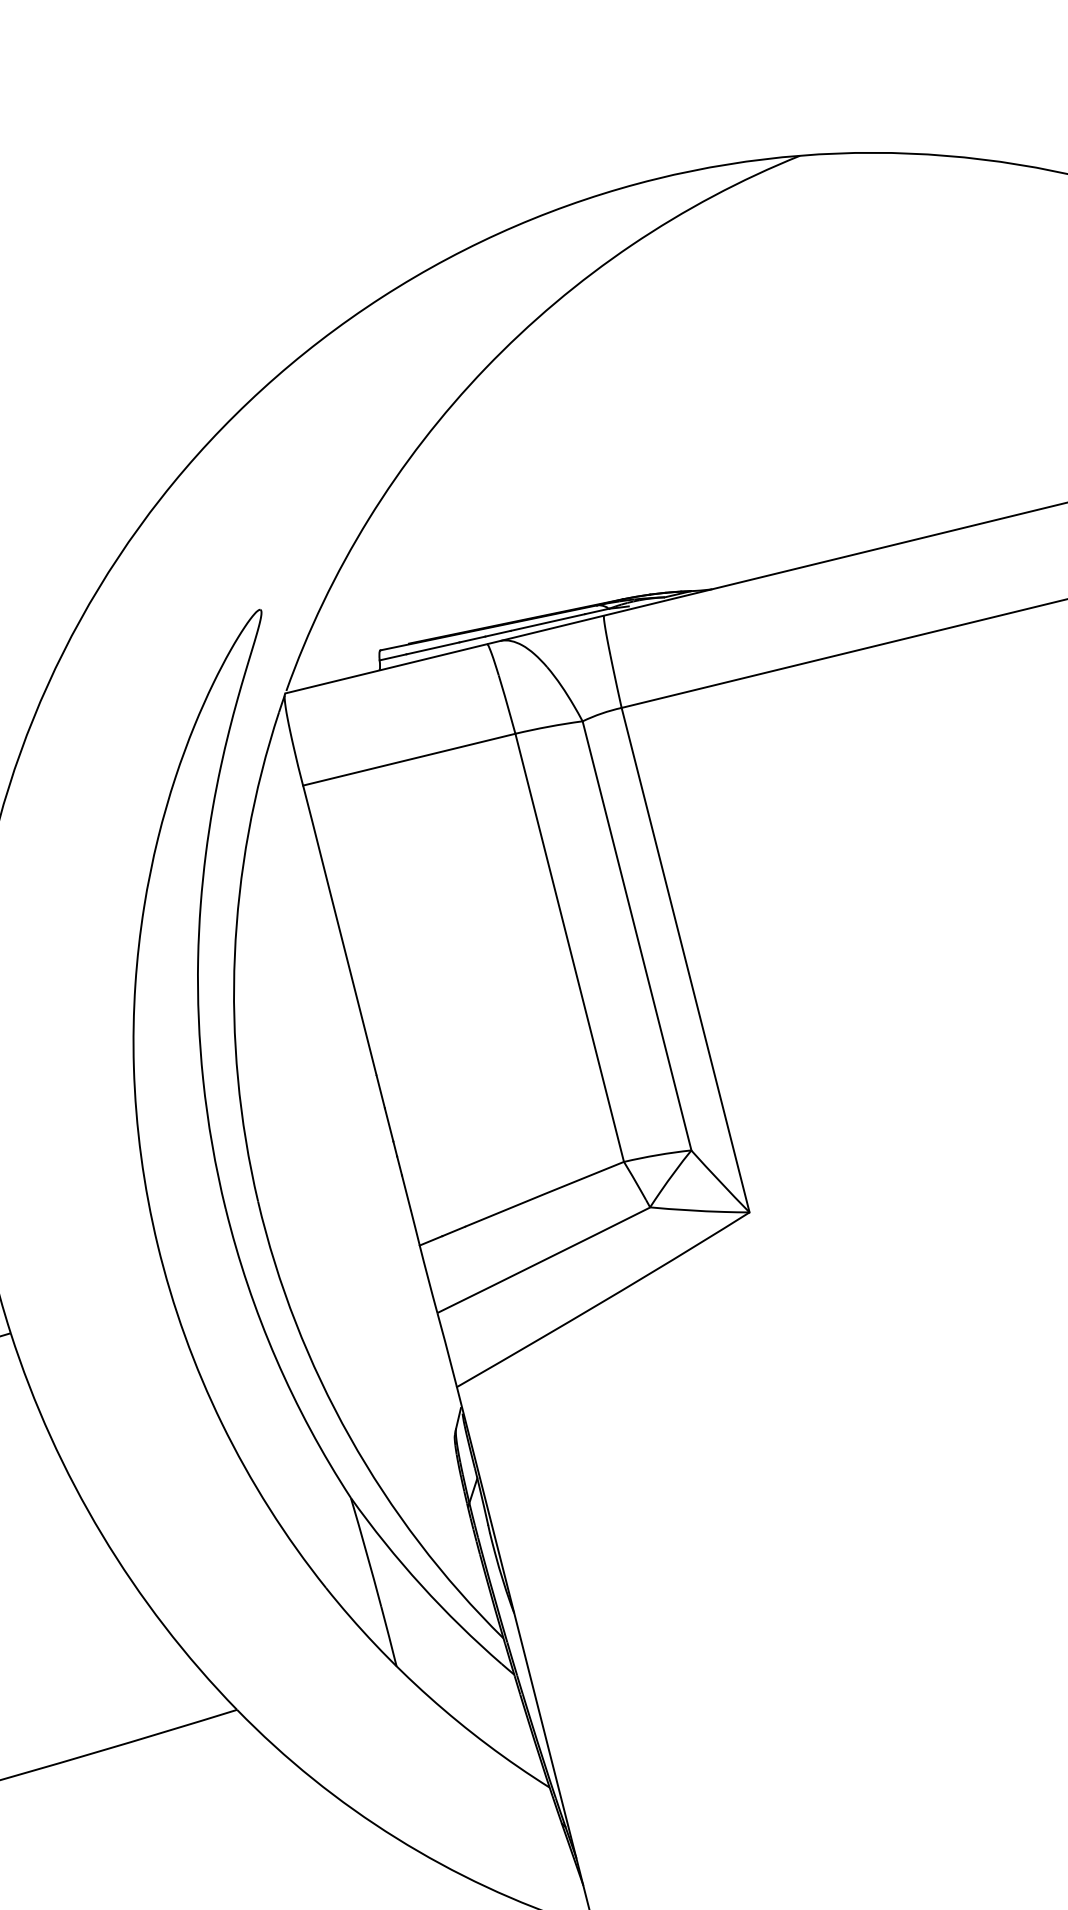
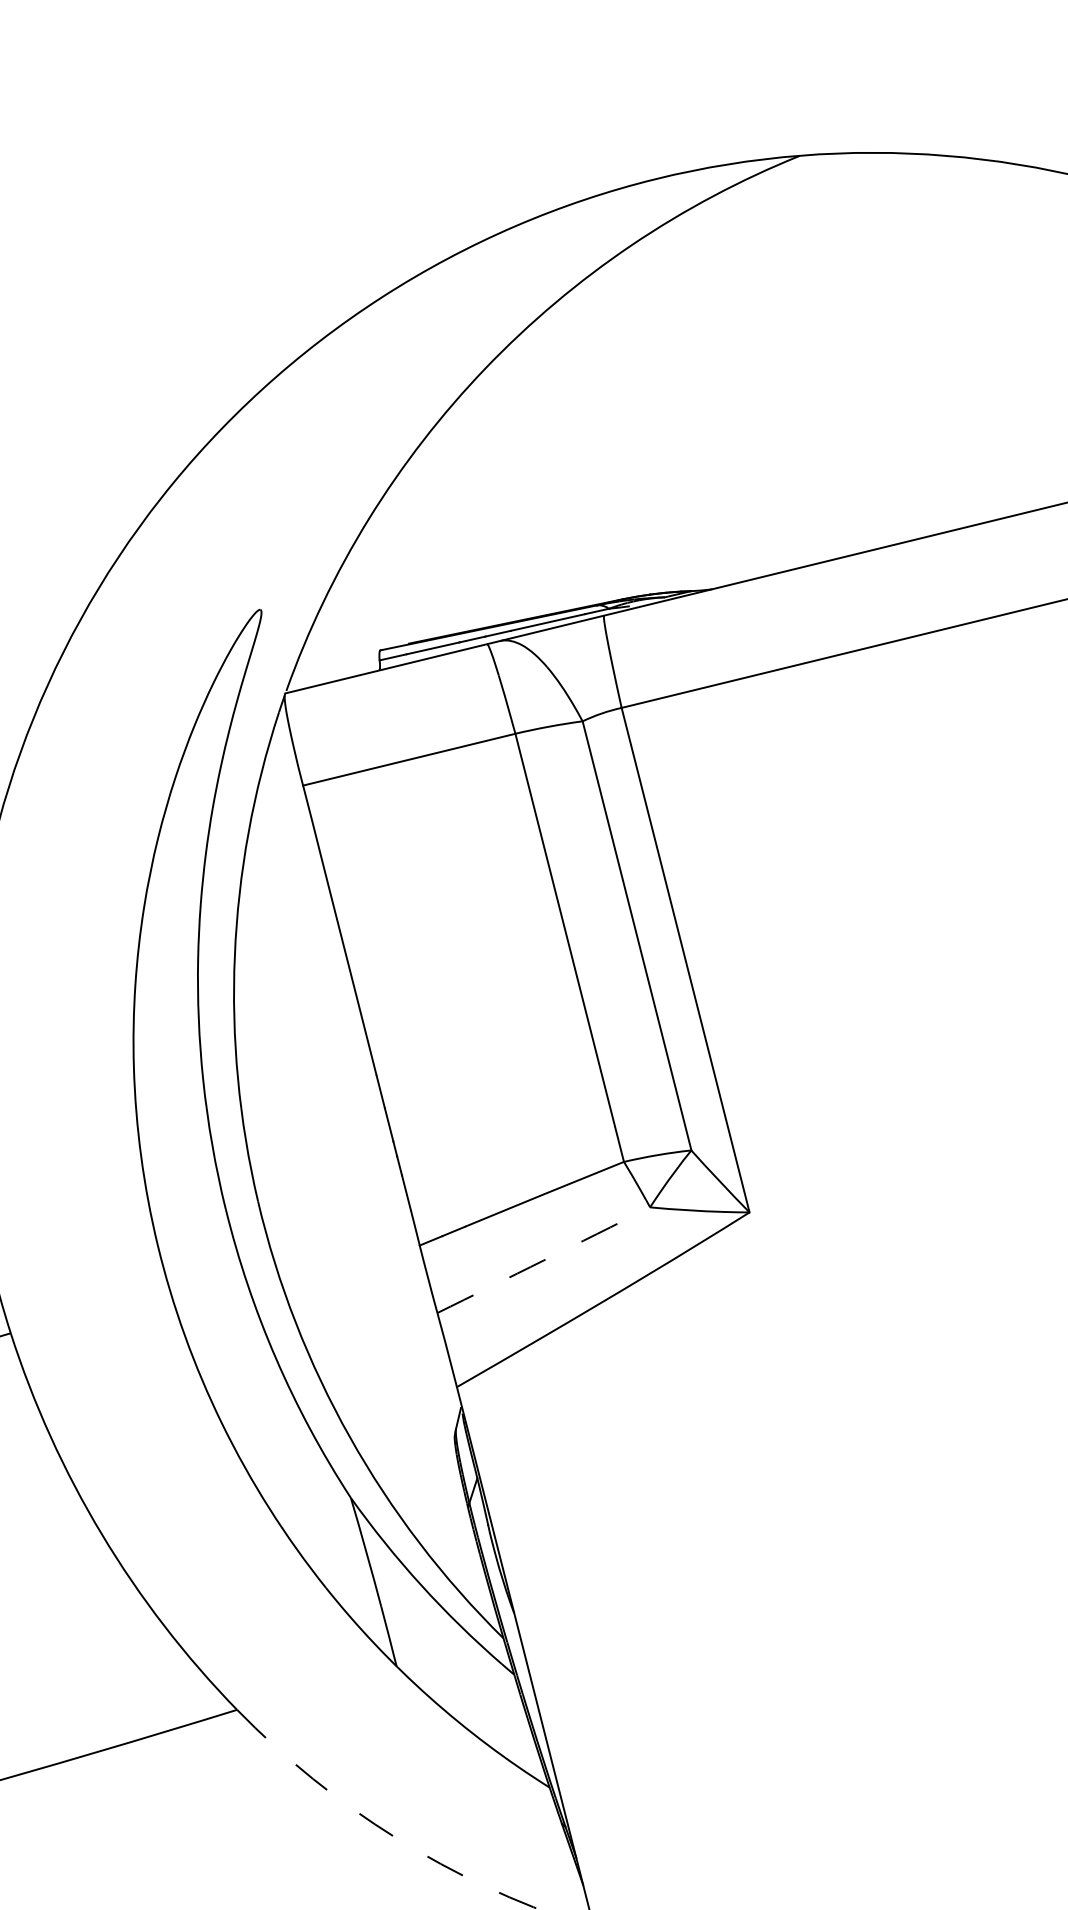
arc at (543, 1260): solid -> dashed
arc at (378, 1826): solid -> dashed
